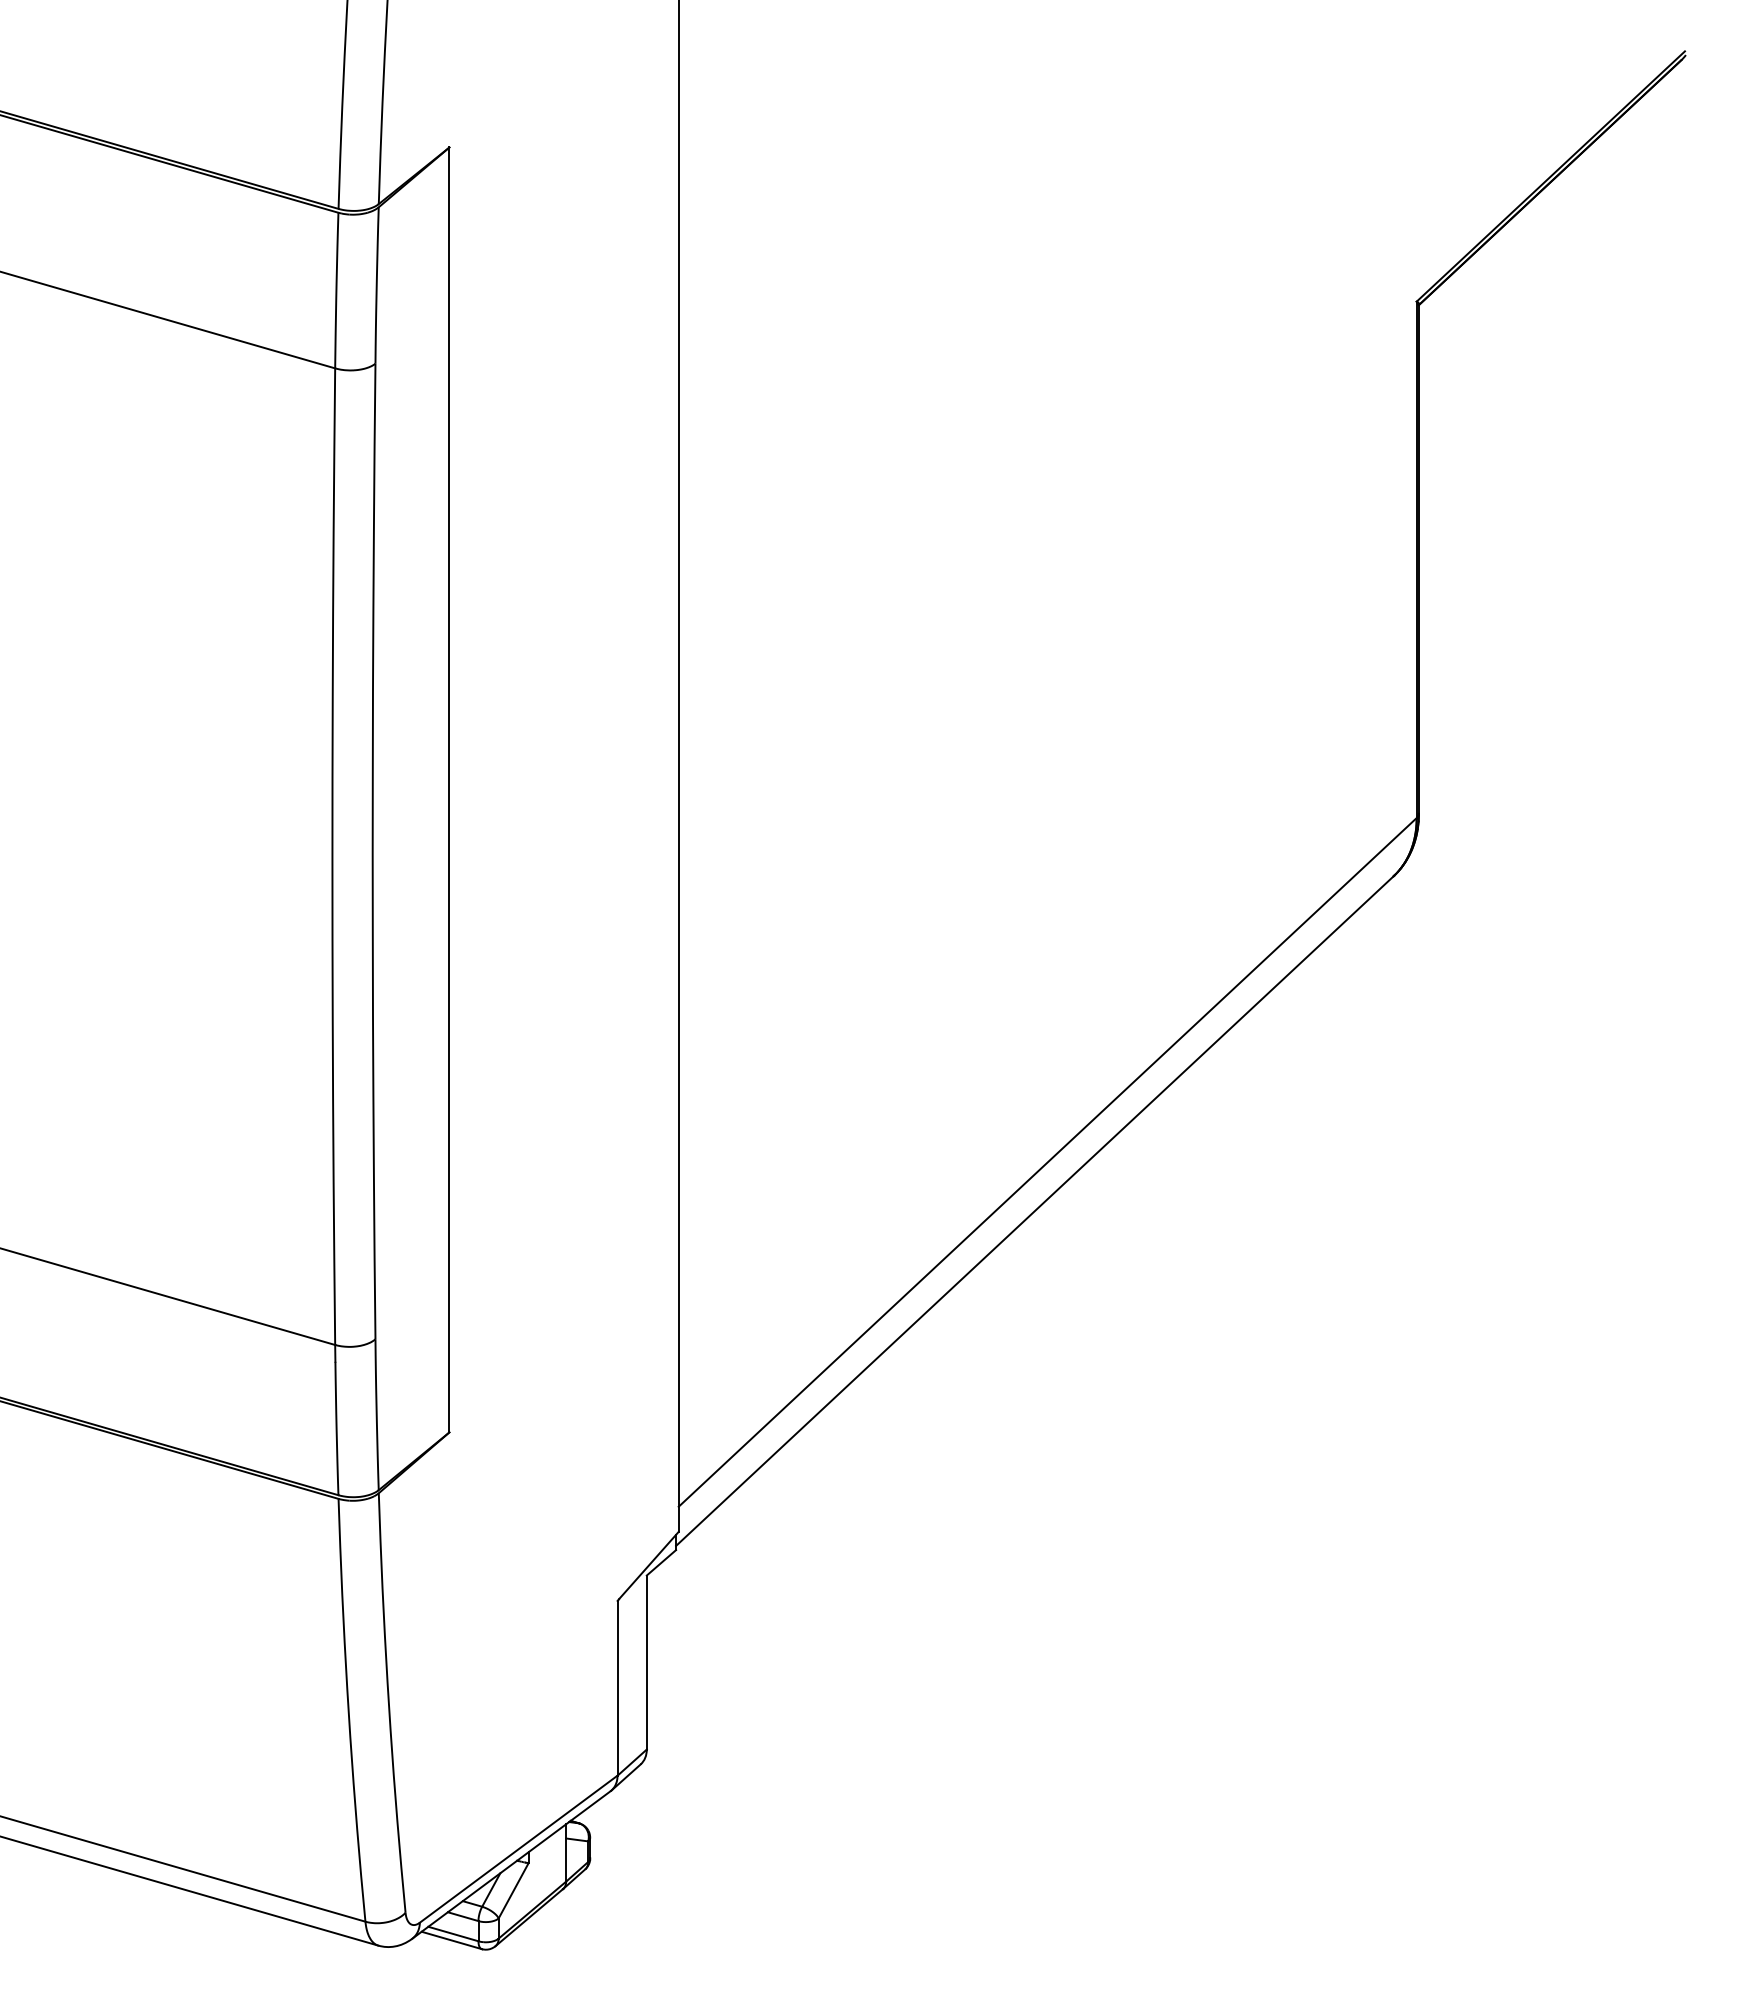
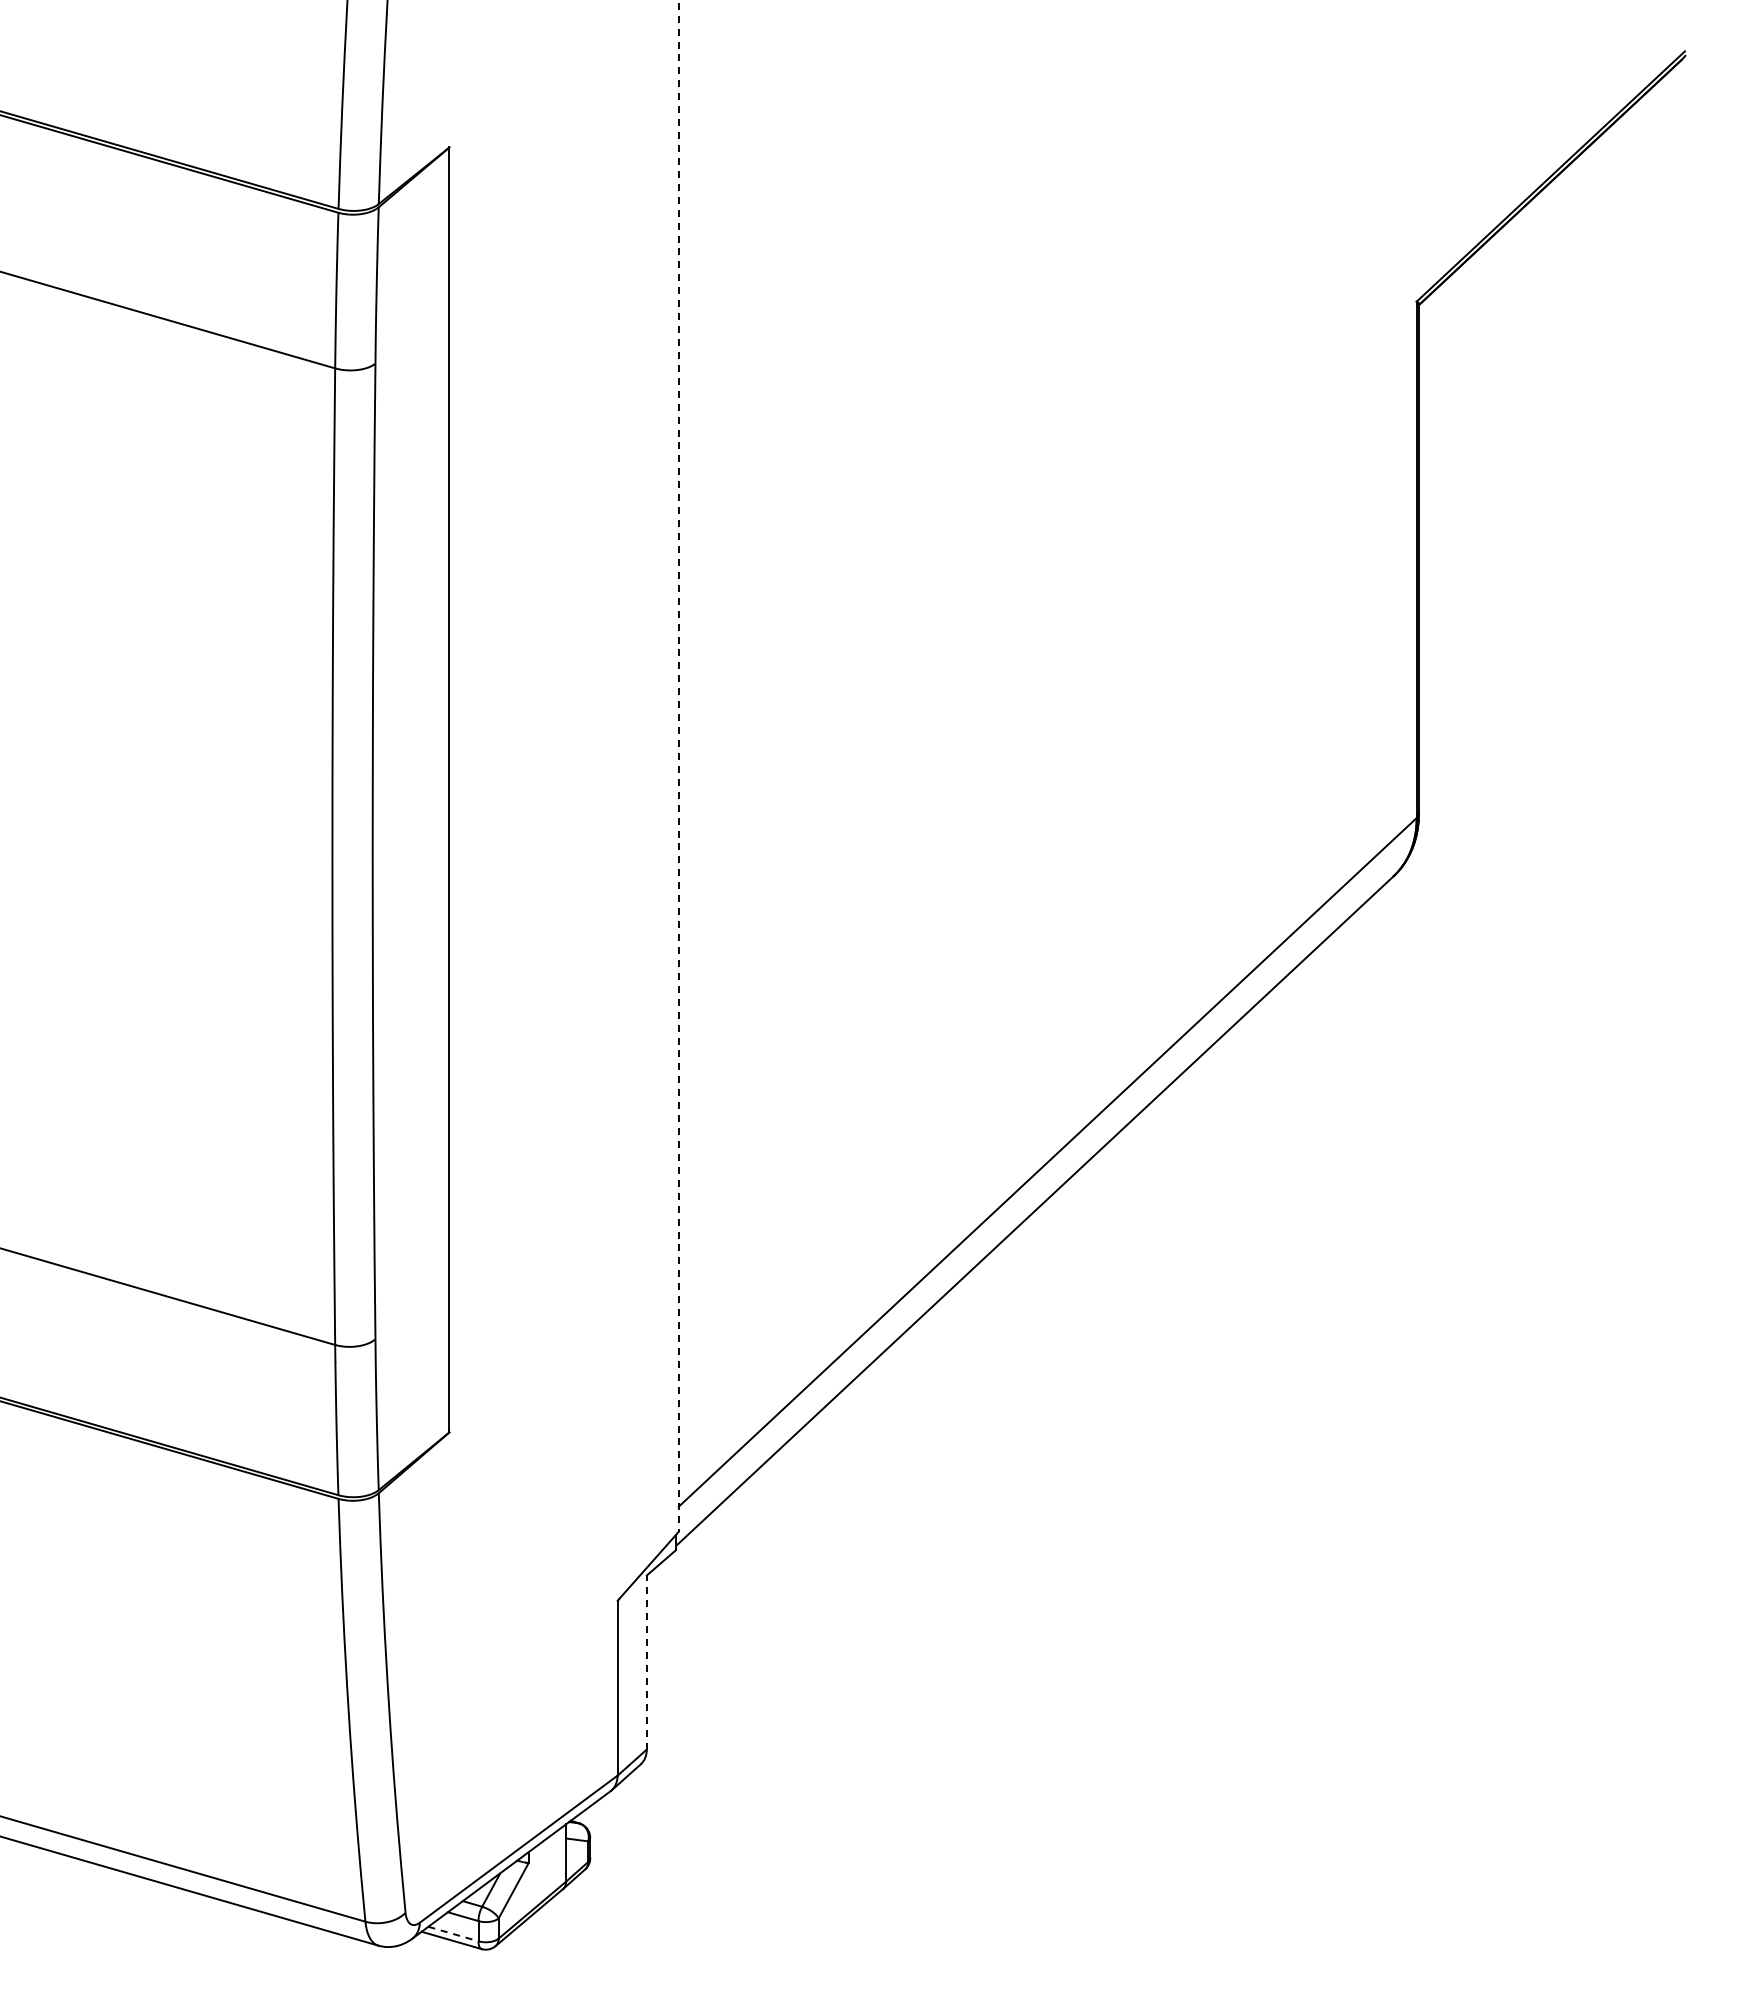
line at (678, 766): solid -> dashed
line at (646, 1662): solid -> dashed
line at (453, 1934): solid -> dashed
